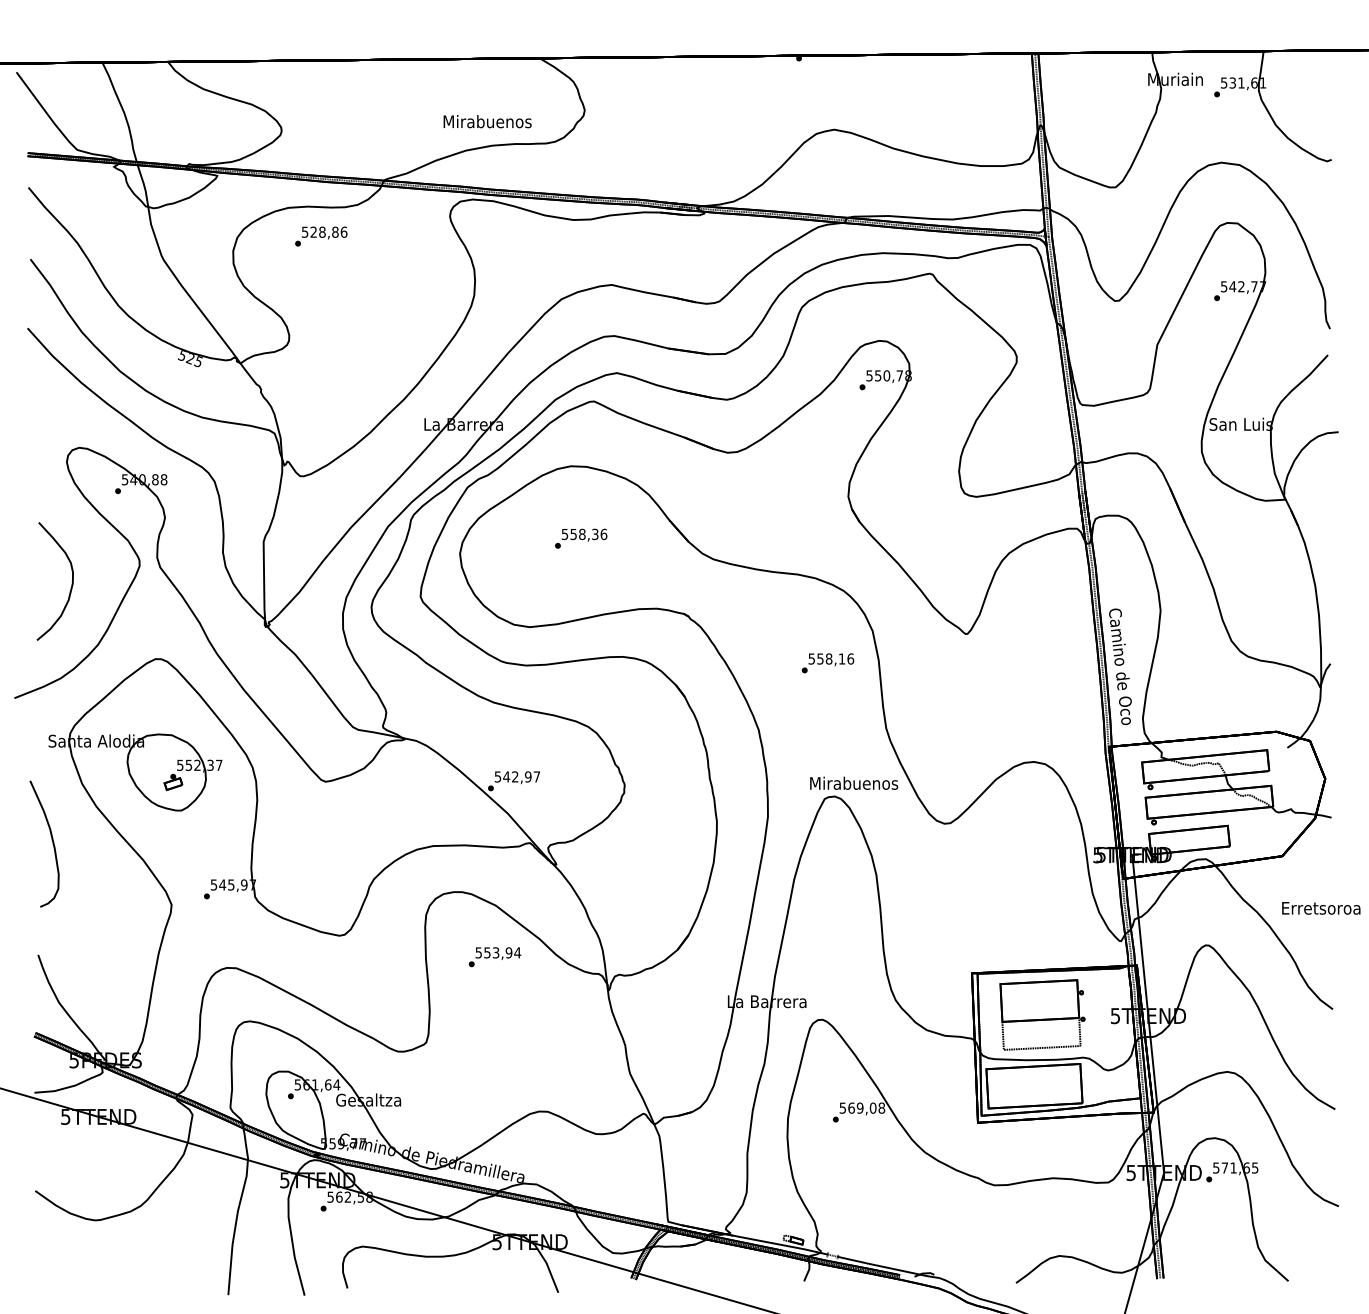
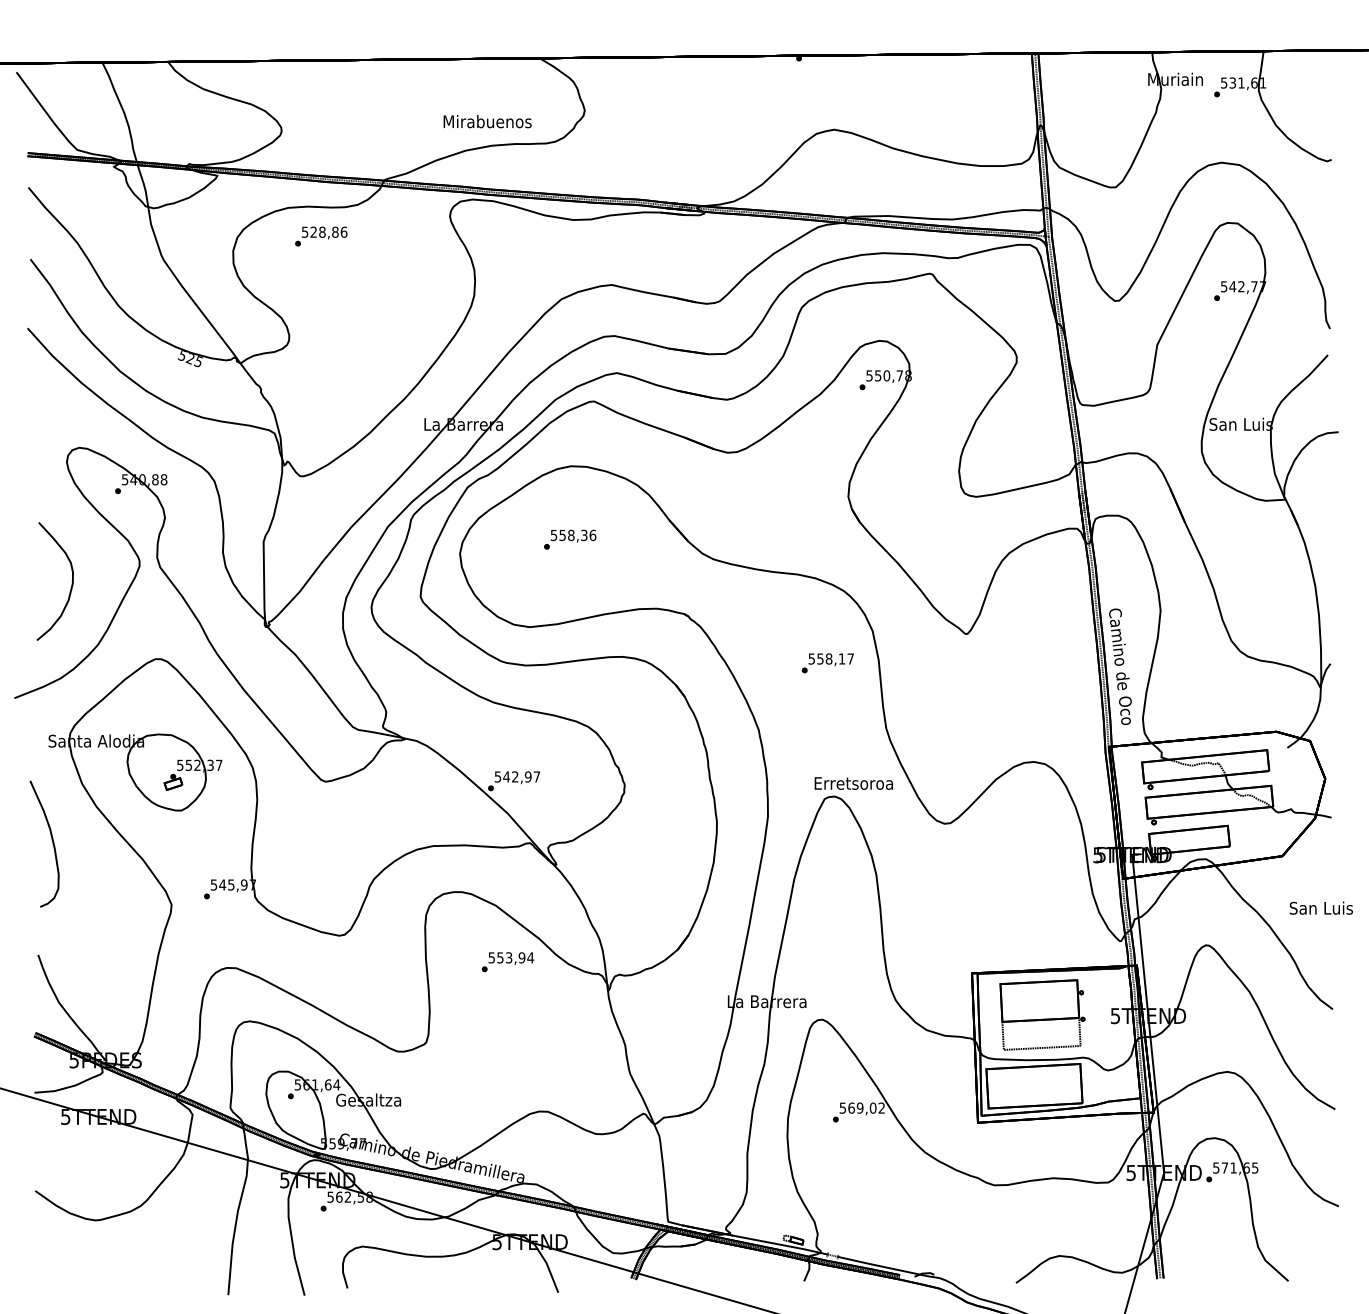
text at (581, 538) position: (581, 538) -> (570, 539)
text at (850, 658): 558,16 -> 558,17
text at (854, 782): Mirabuenos -> Erretsoroa
text at (1321, 907): Erretsoroa -> San Luis
text at (494, 957) position: (494, 957) -> (507, 962)
text at (881, 1107): 569,08 -> 569,02
